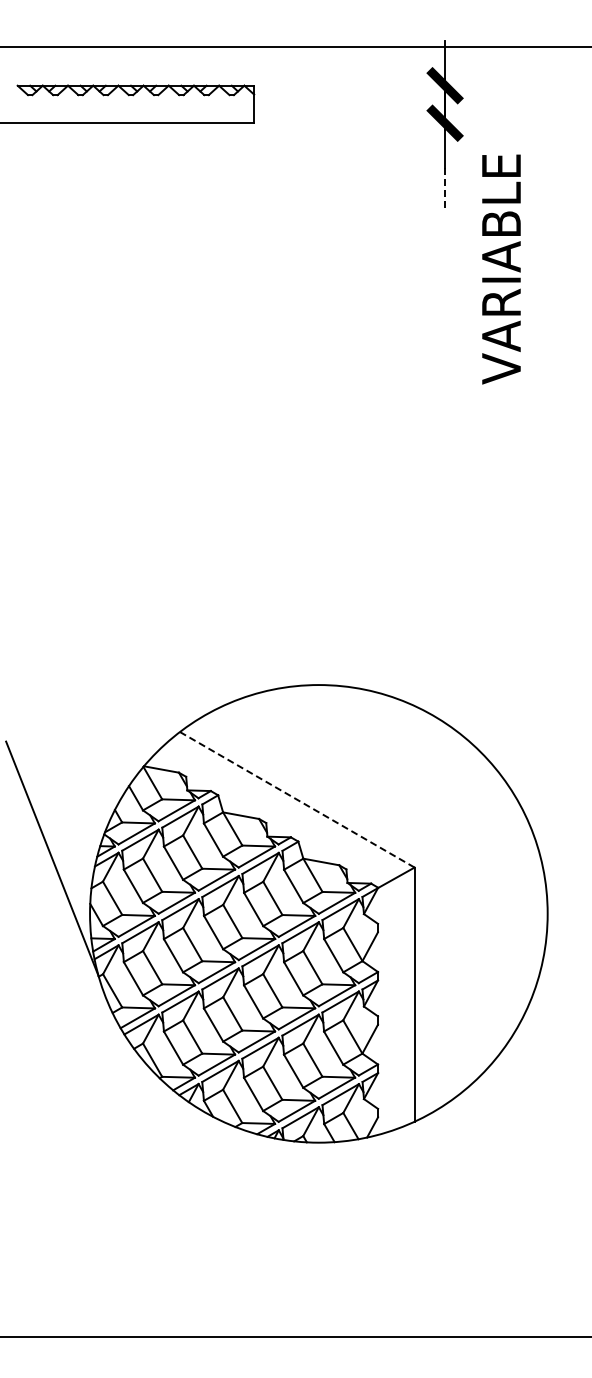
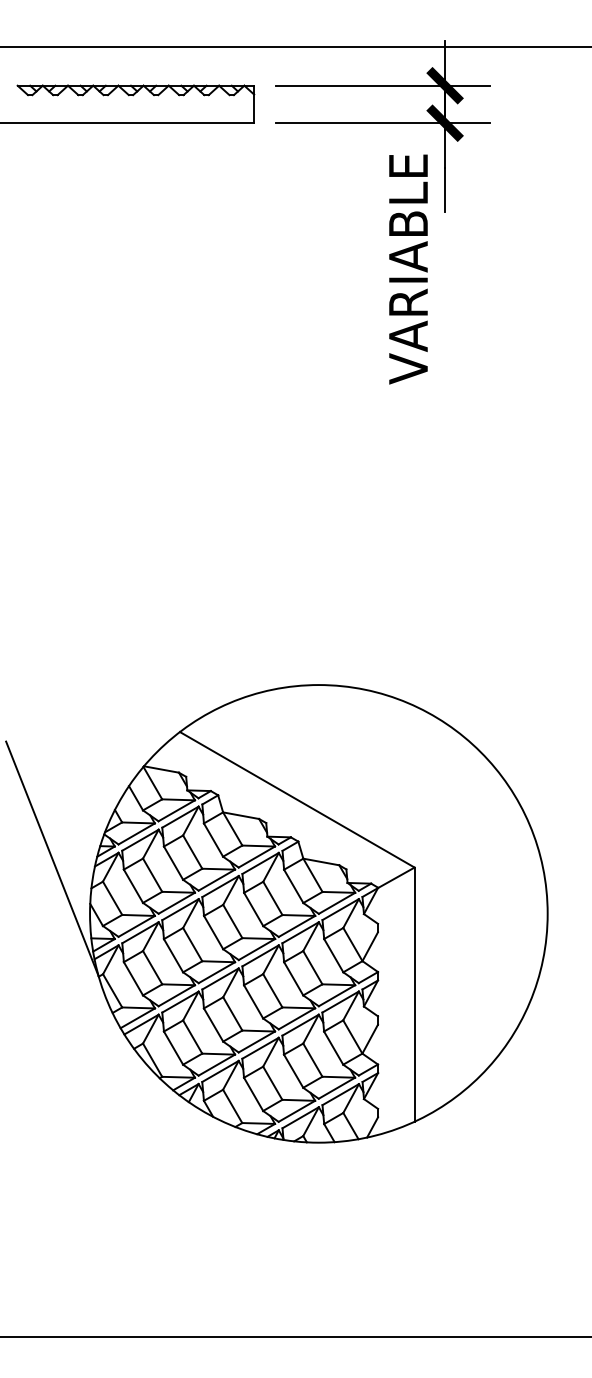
line at (382, 85): none -> present
line at (382, 123): none -> present
line at (445, 190): dashed -> solid
text at (501, 269) position: (501, 269) -> (408, 269)
line at (296, 799): dashed -> solid
